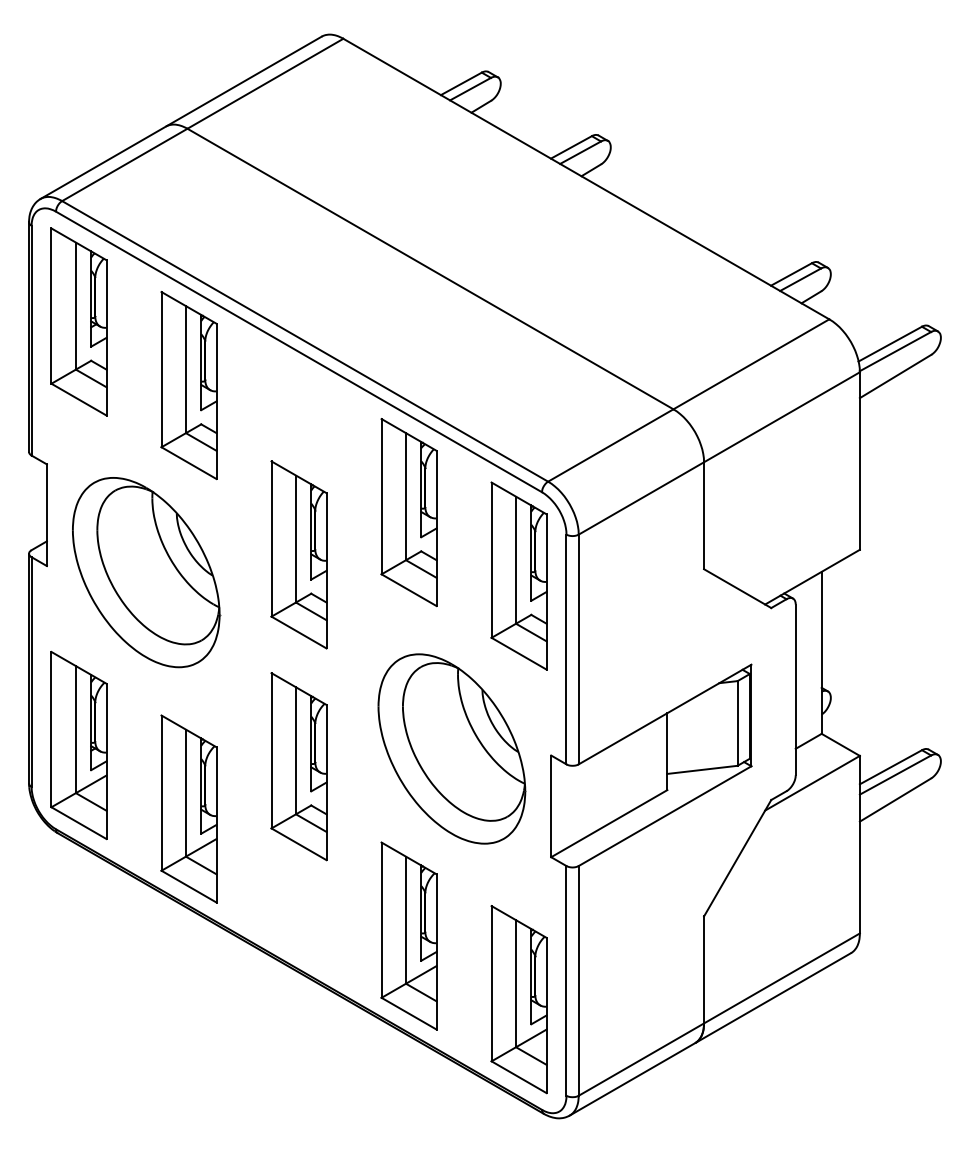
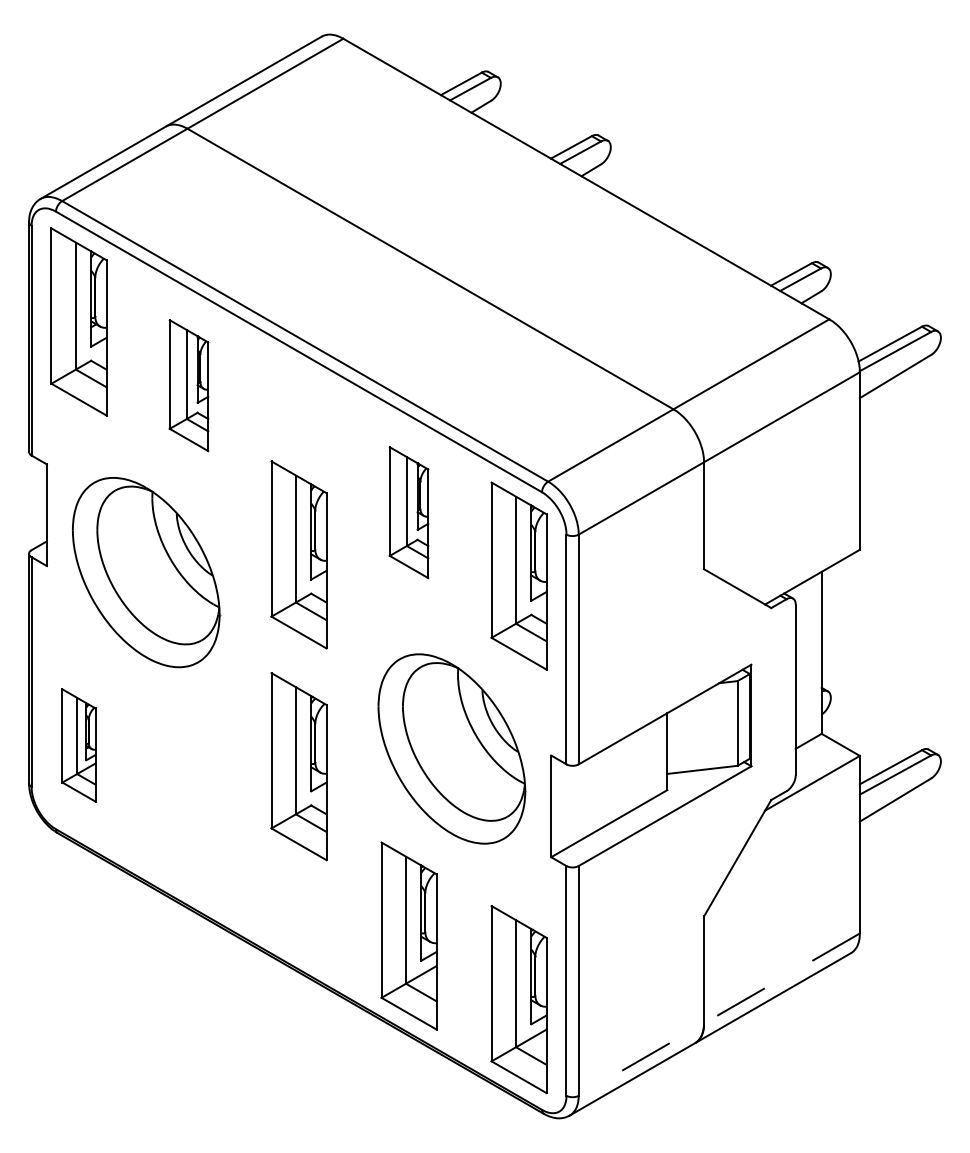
part at (188, 385) size: 58x190 px -> 42x134 px
part at (408, 512) size: 58x190 px -> 42x134 px
part at (78, 745) size: 58x191 px -> 36x115 px
part at (188, 808): present -> none
line at (718, 1014): solid -> dashed
